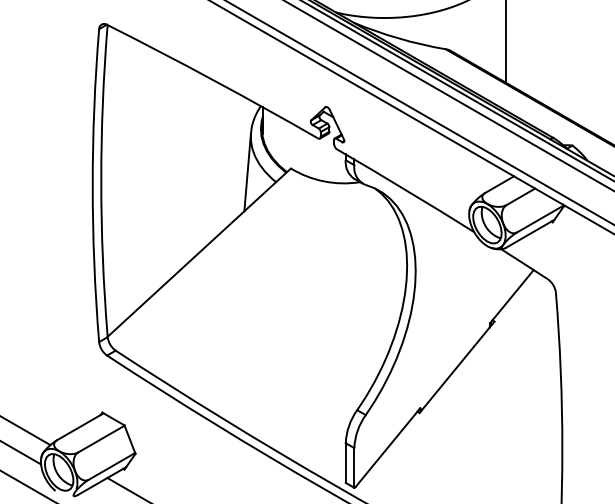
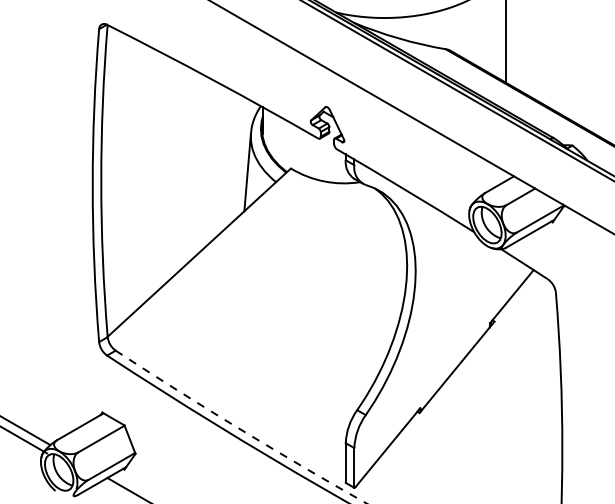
line at (448, 95): present -> none
line at (419, 112): present -> none
arc at (240, 429): solid -> dashed
line at (21, 452) position: (21, 452) -> (24, 440)
line at (27, 485): present -> none
